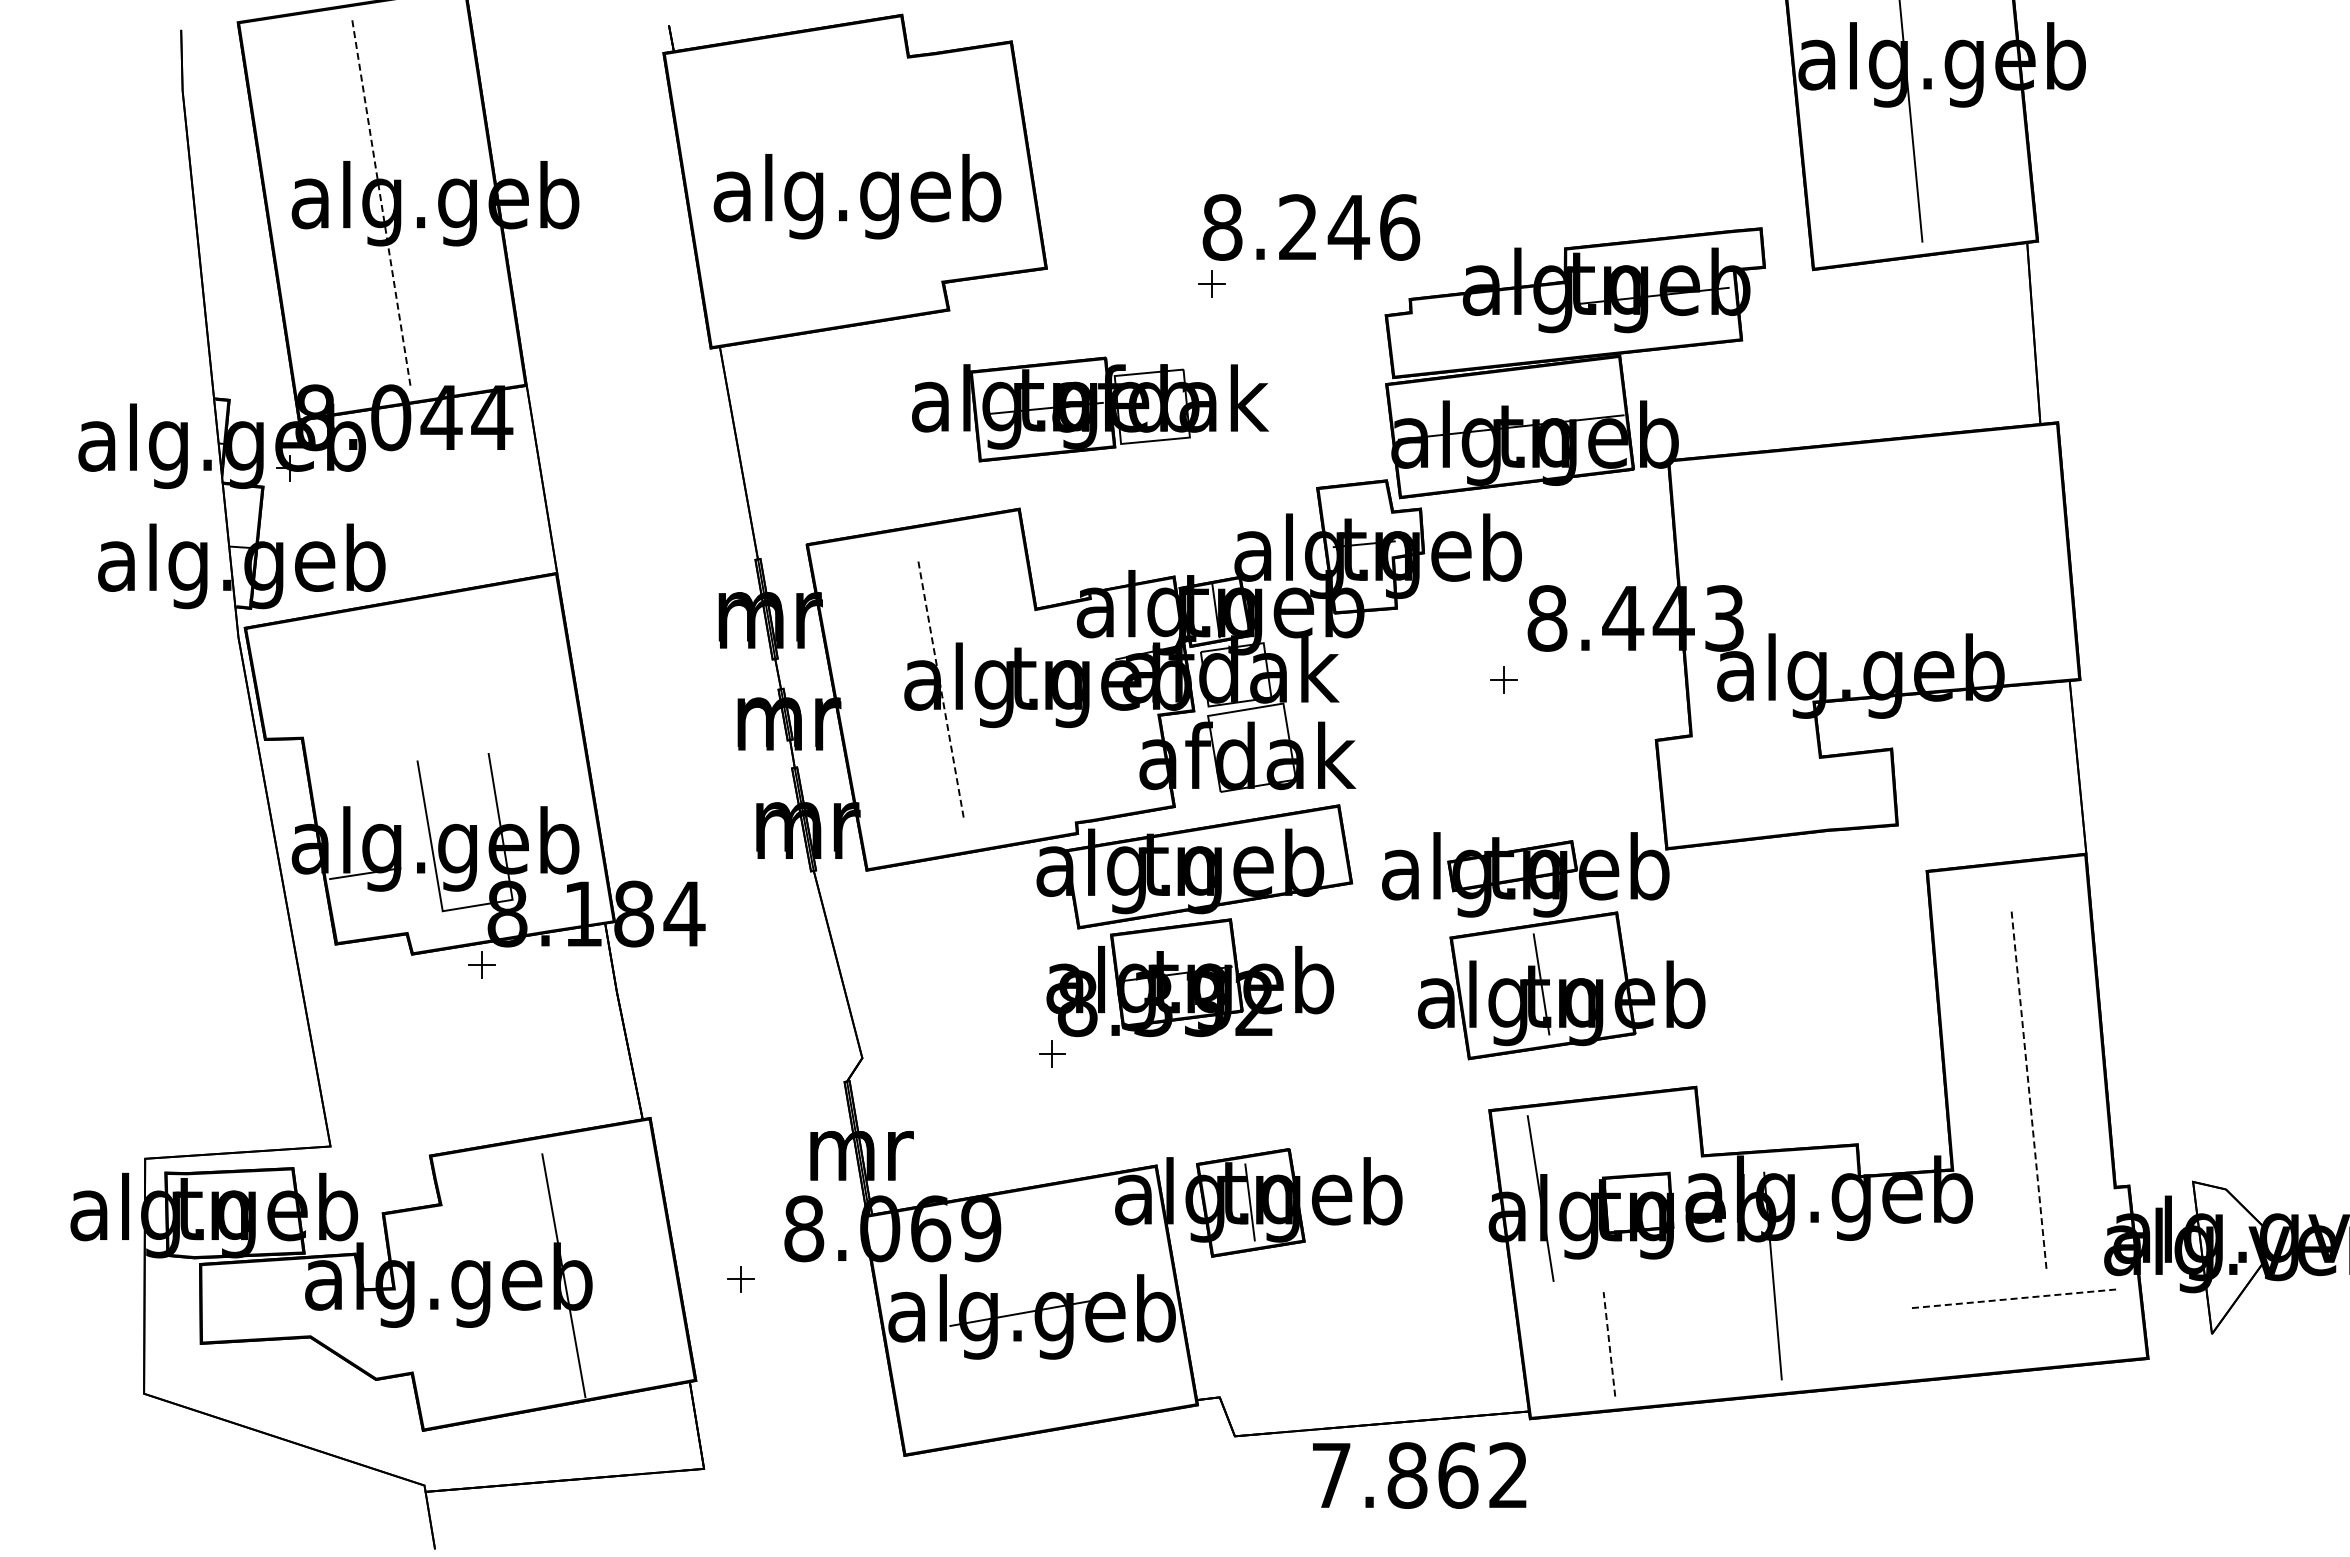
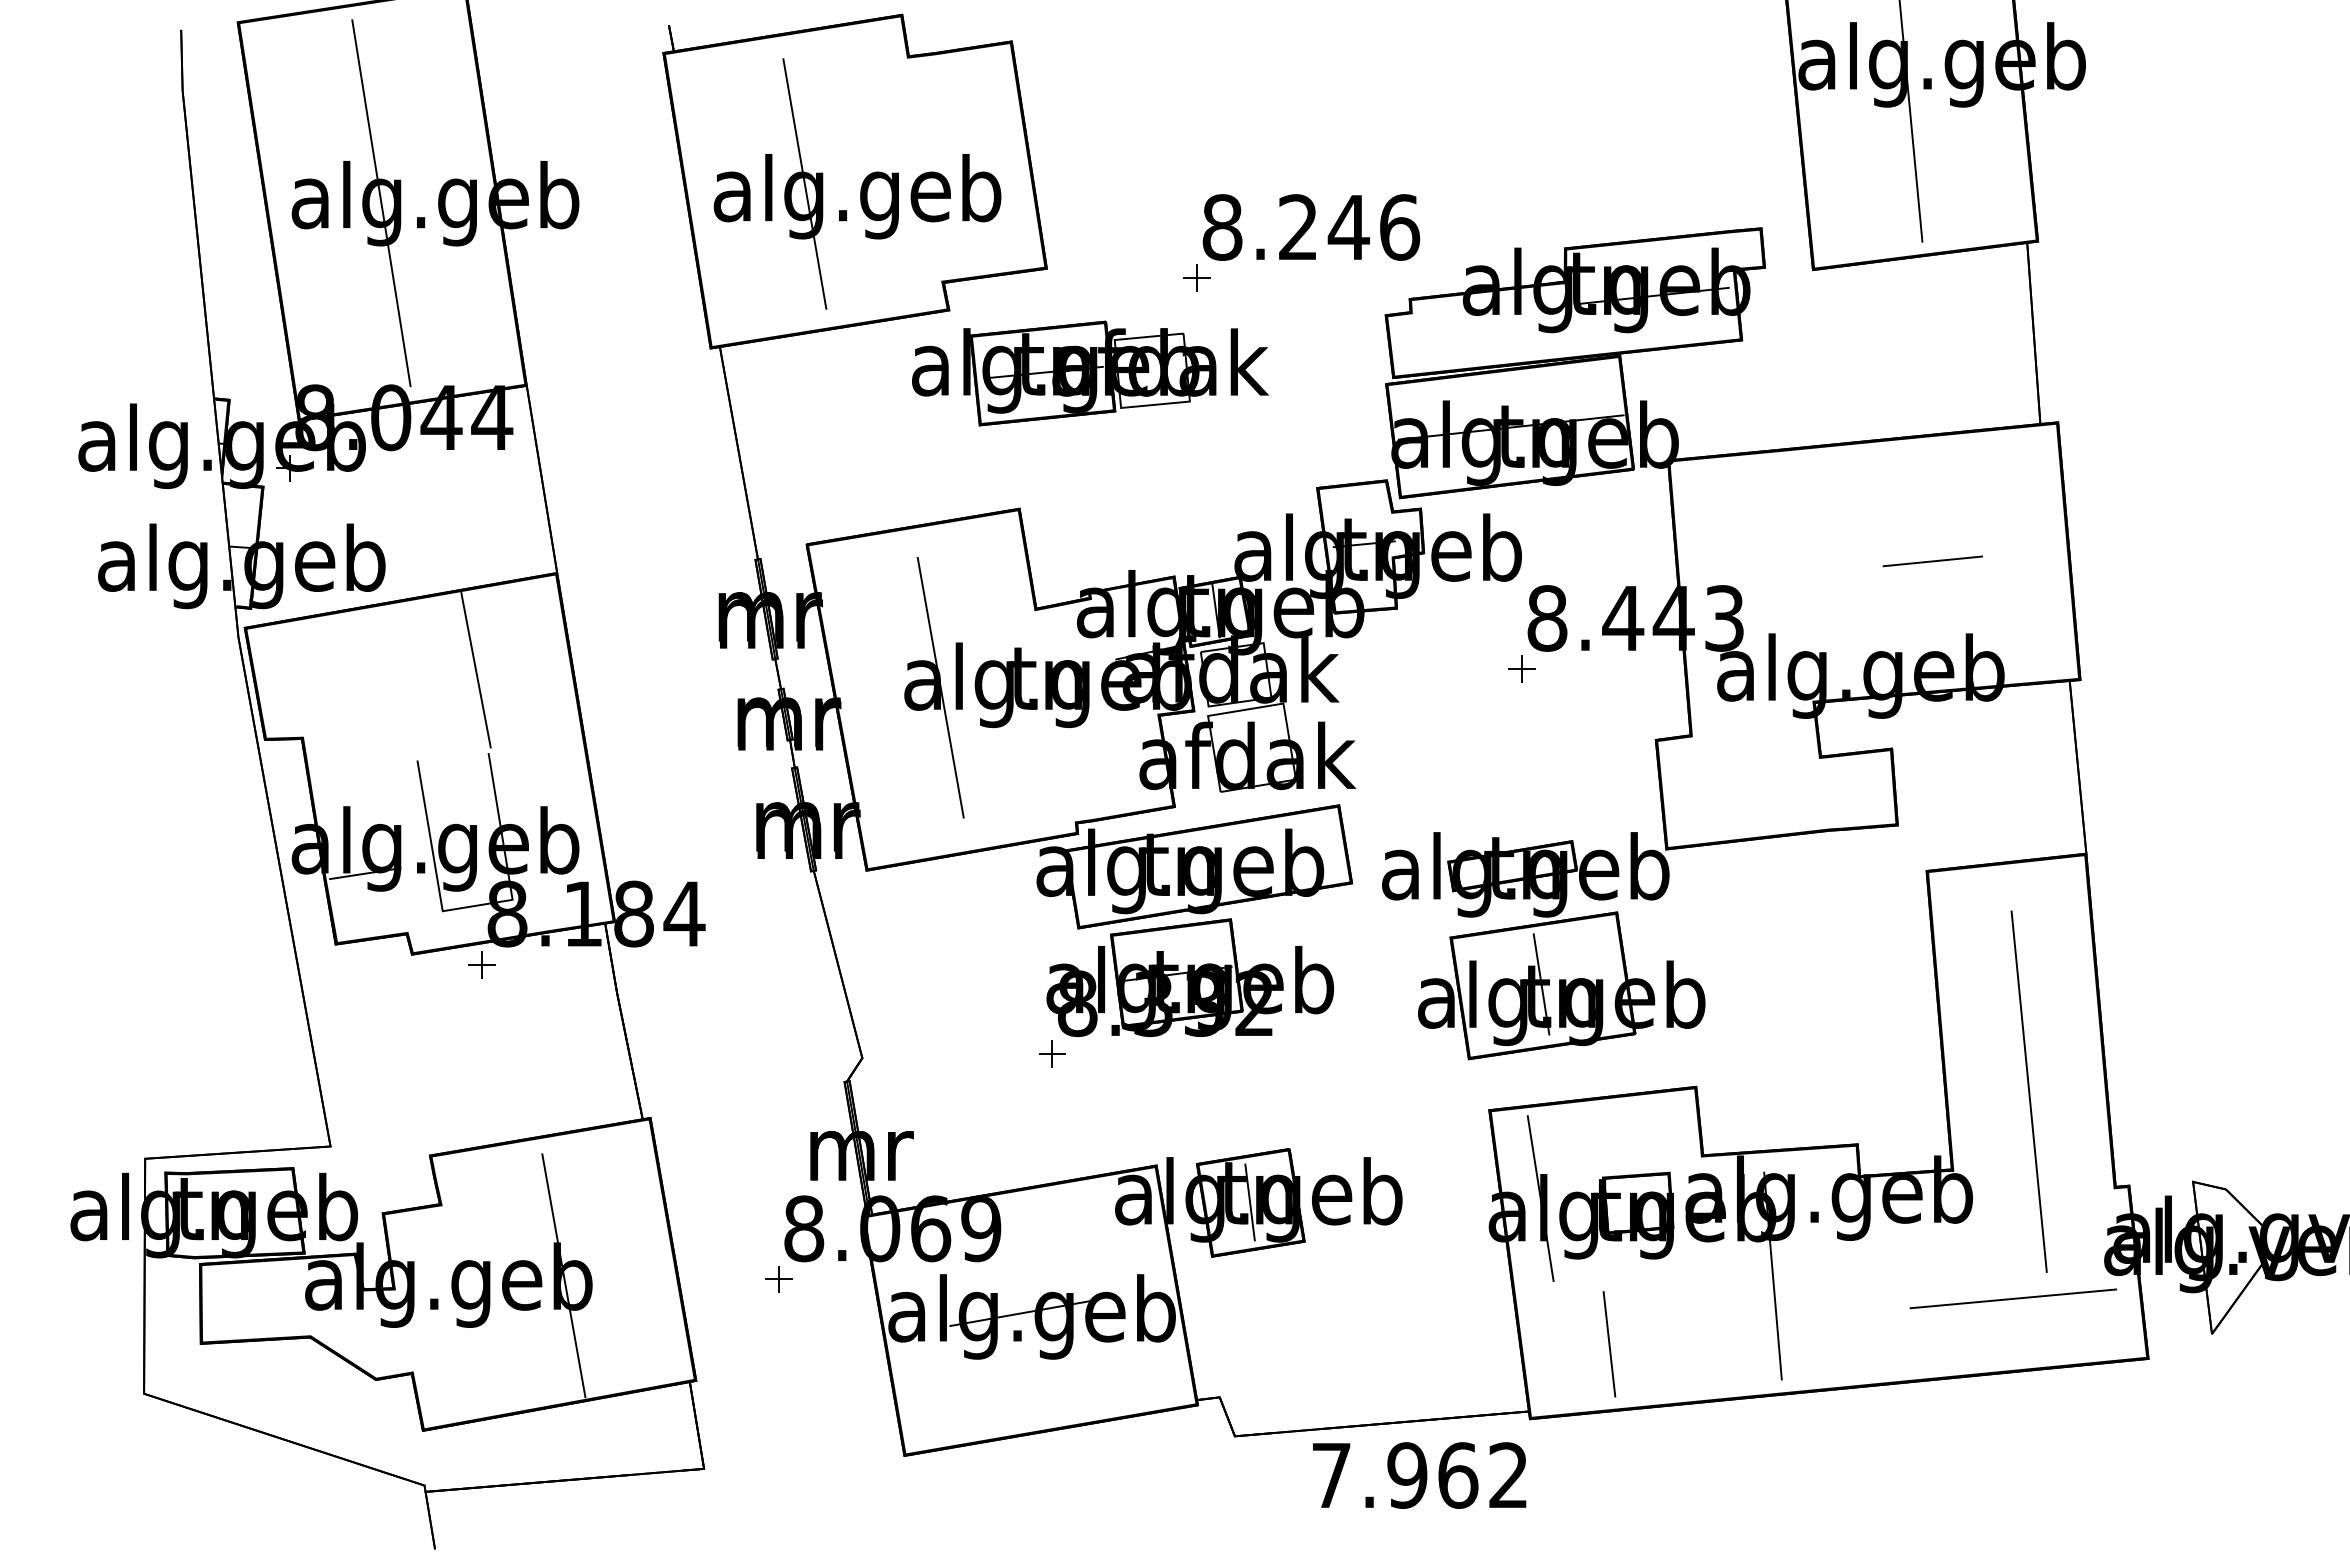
line at (804, 183): none -> present
line at (381, 203): dashed -> solid
part at (1211, 283) position: (1211, 283) -> (1196, 277)
part at (1090, 409) position: (1090, 409) -> (1090, 373)
line at (1932, 561): none -> present
line at (475, 670): none -> present
part at (1503, 679) position: (1503, 679) -> (1521, 668)
line at (940, 687): dashed -> solid
line at (2029, 1092): dashed -> solid
part at (740, 1279) position: (740, 1279) -> (778, 1279)
line at (2012, 1298): dashed -> solid
line at (1609, 1344): dashed -> solid
text at (1407, 1475): 7.862 -> 7.962
